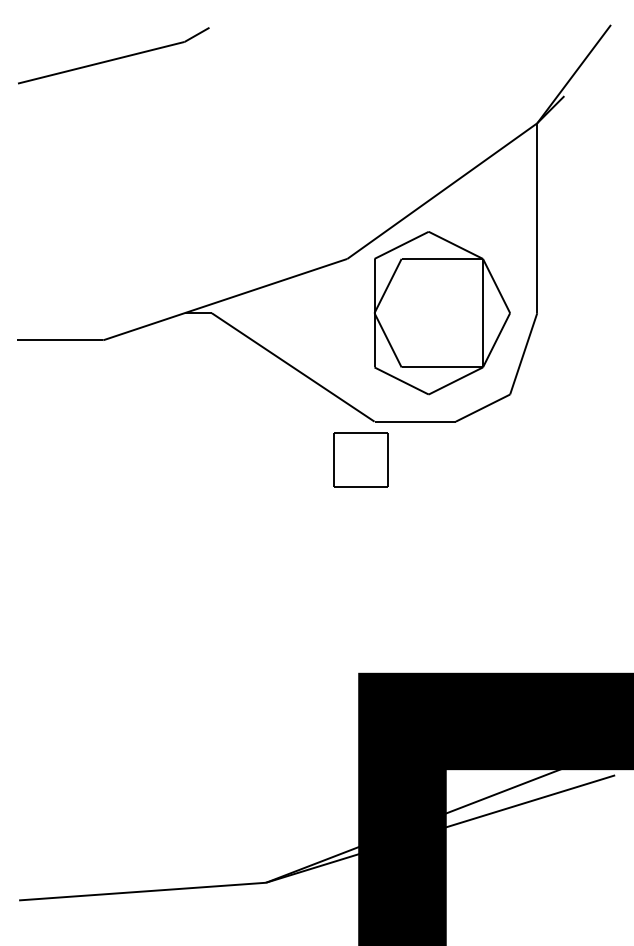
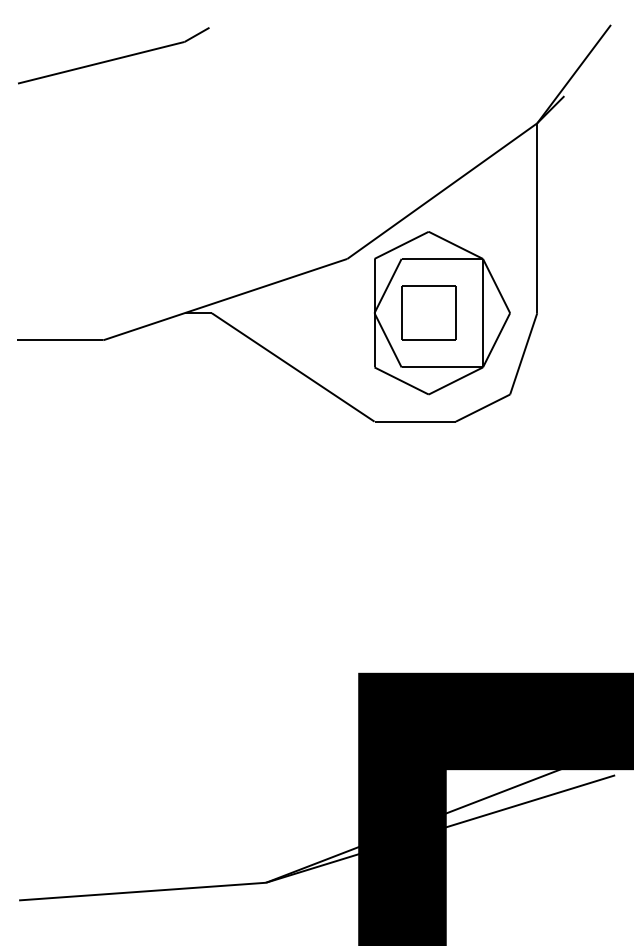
part at (360, 459) position: (360, 459) -> (428, 312)
